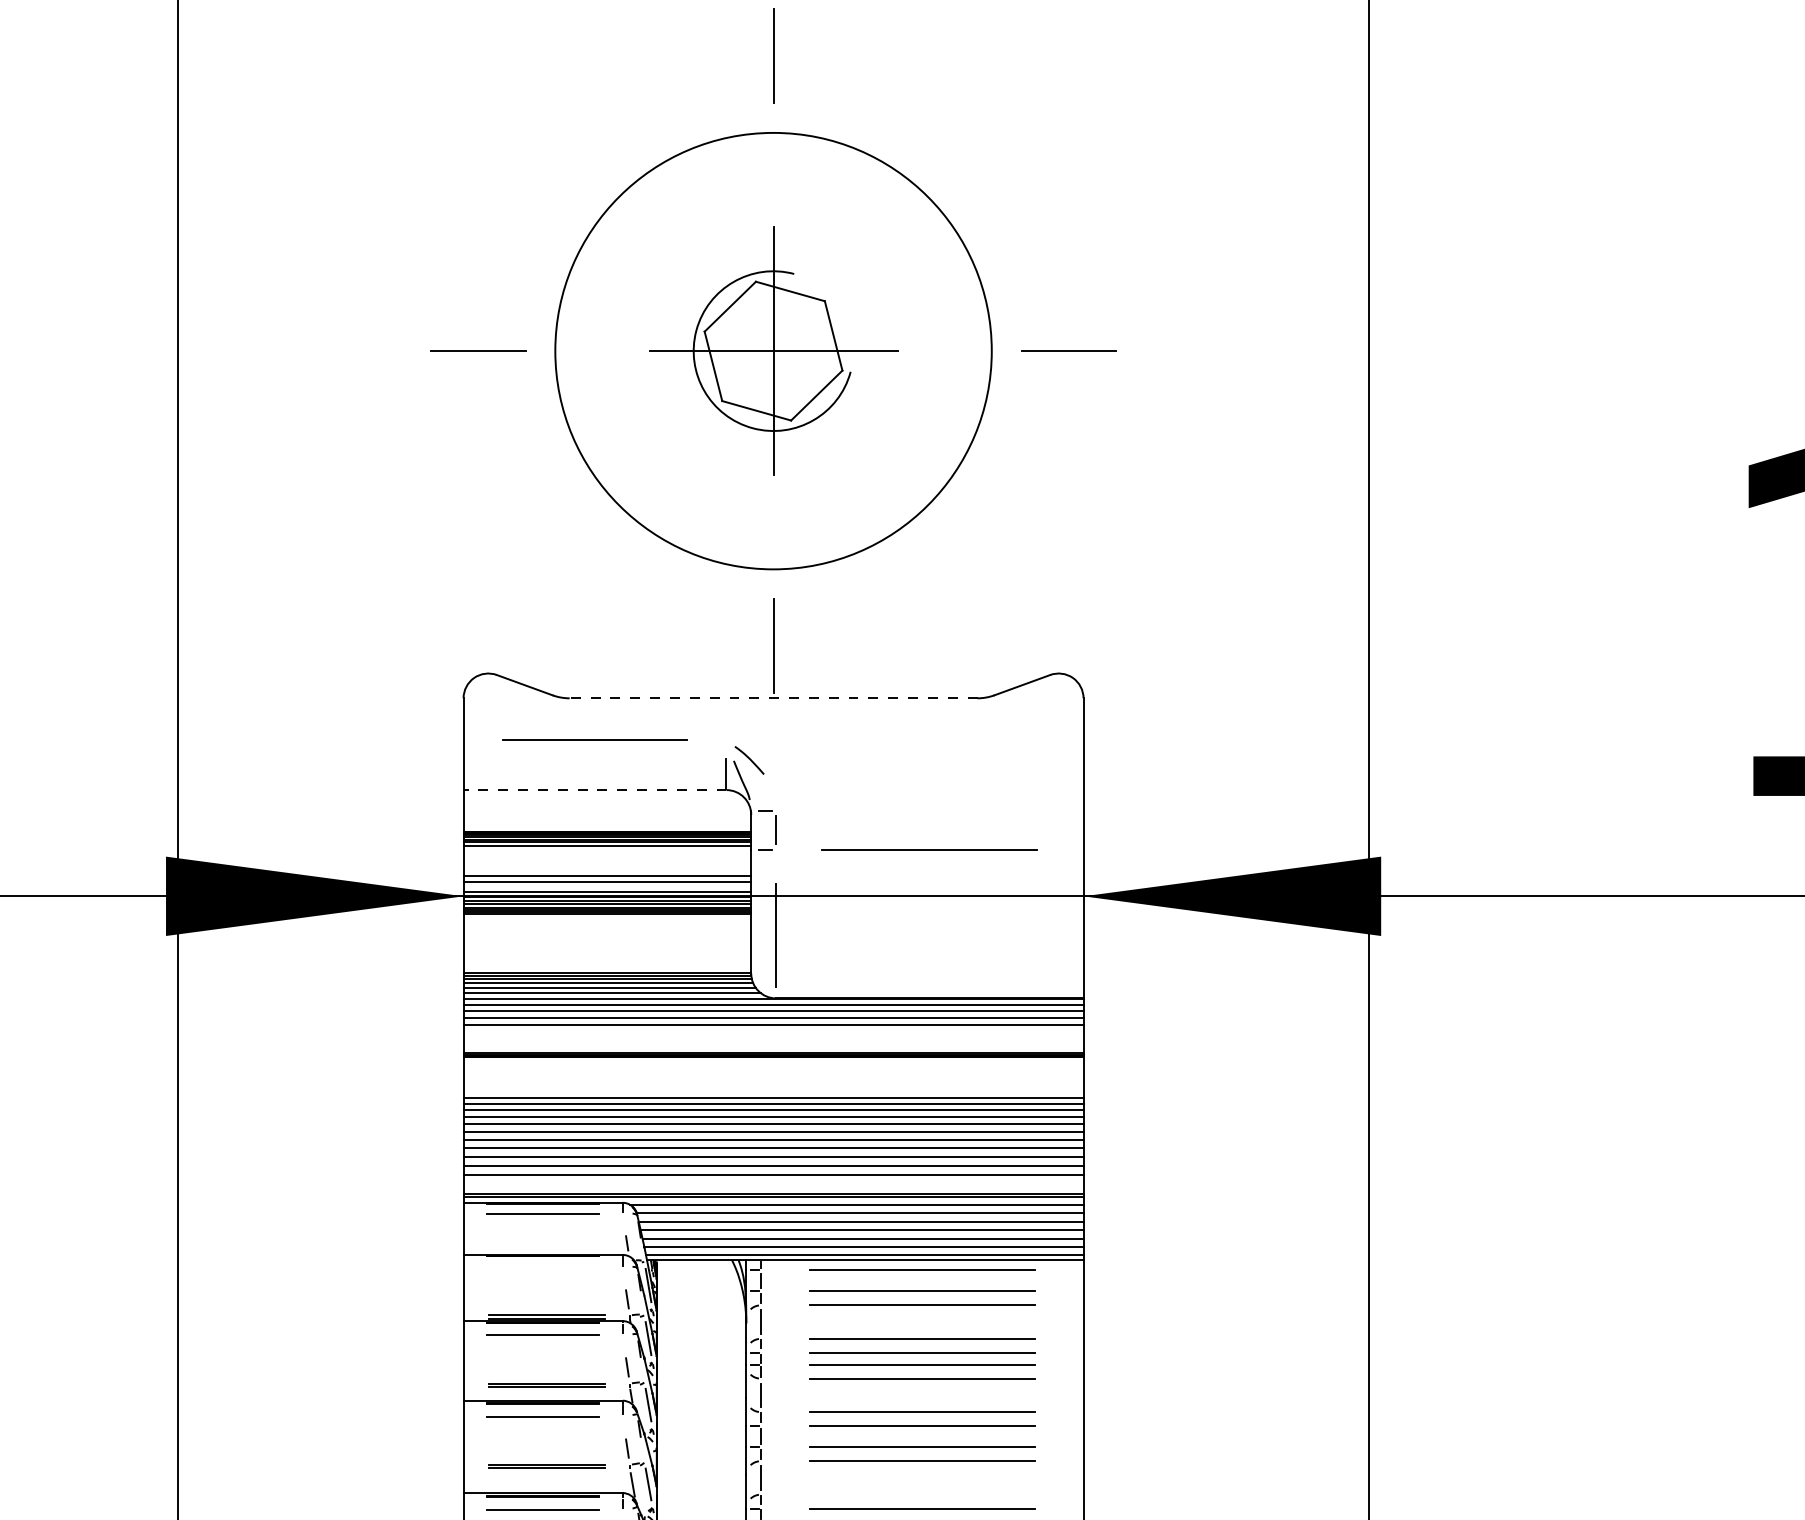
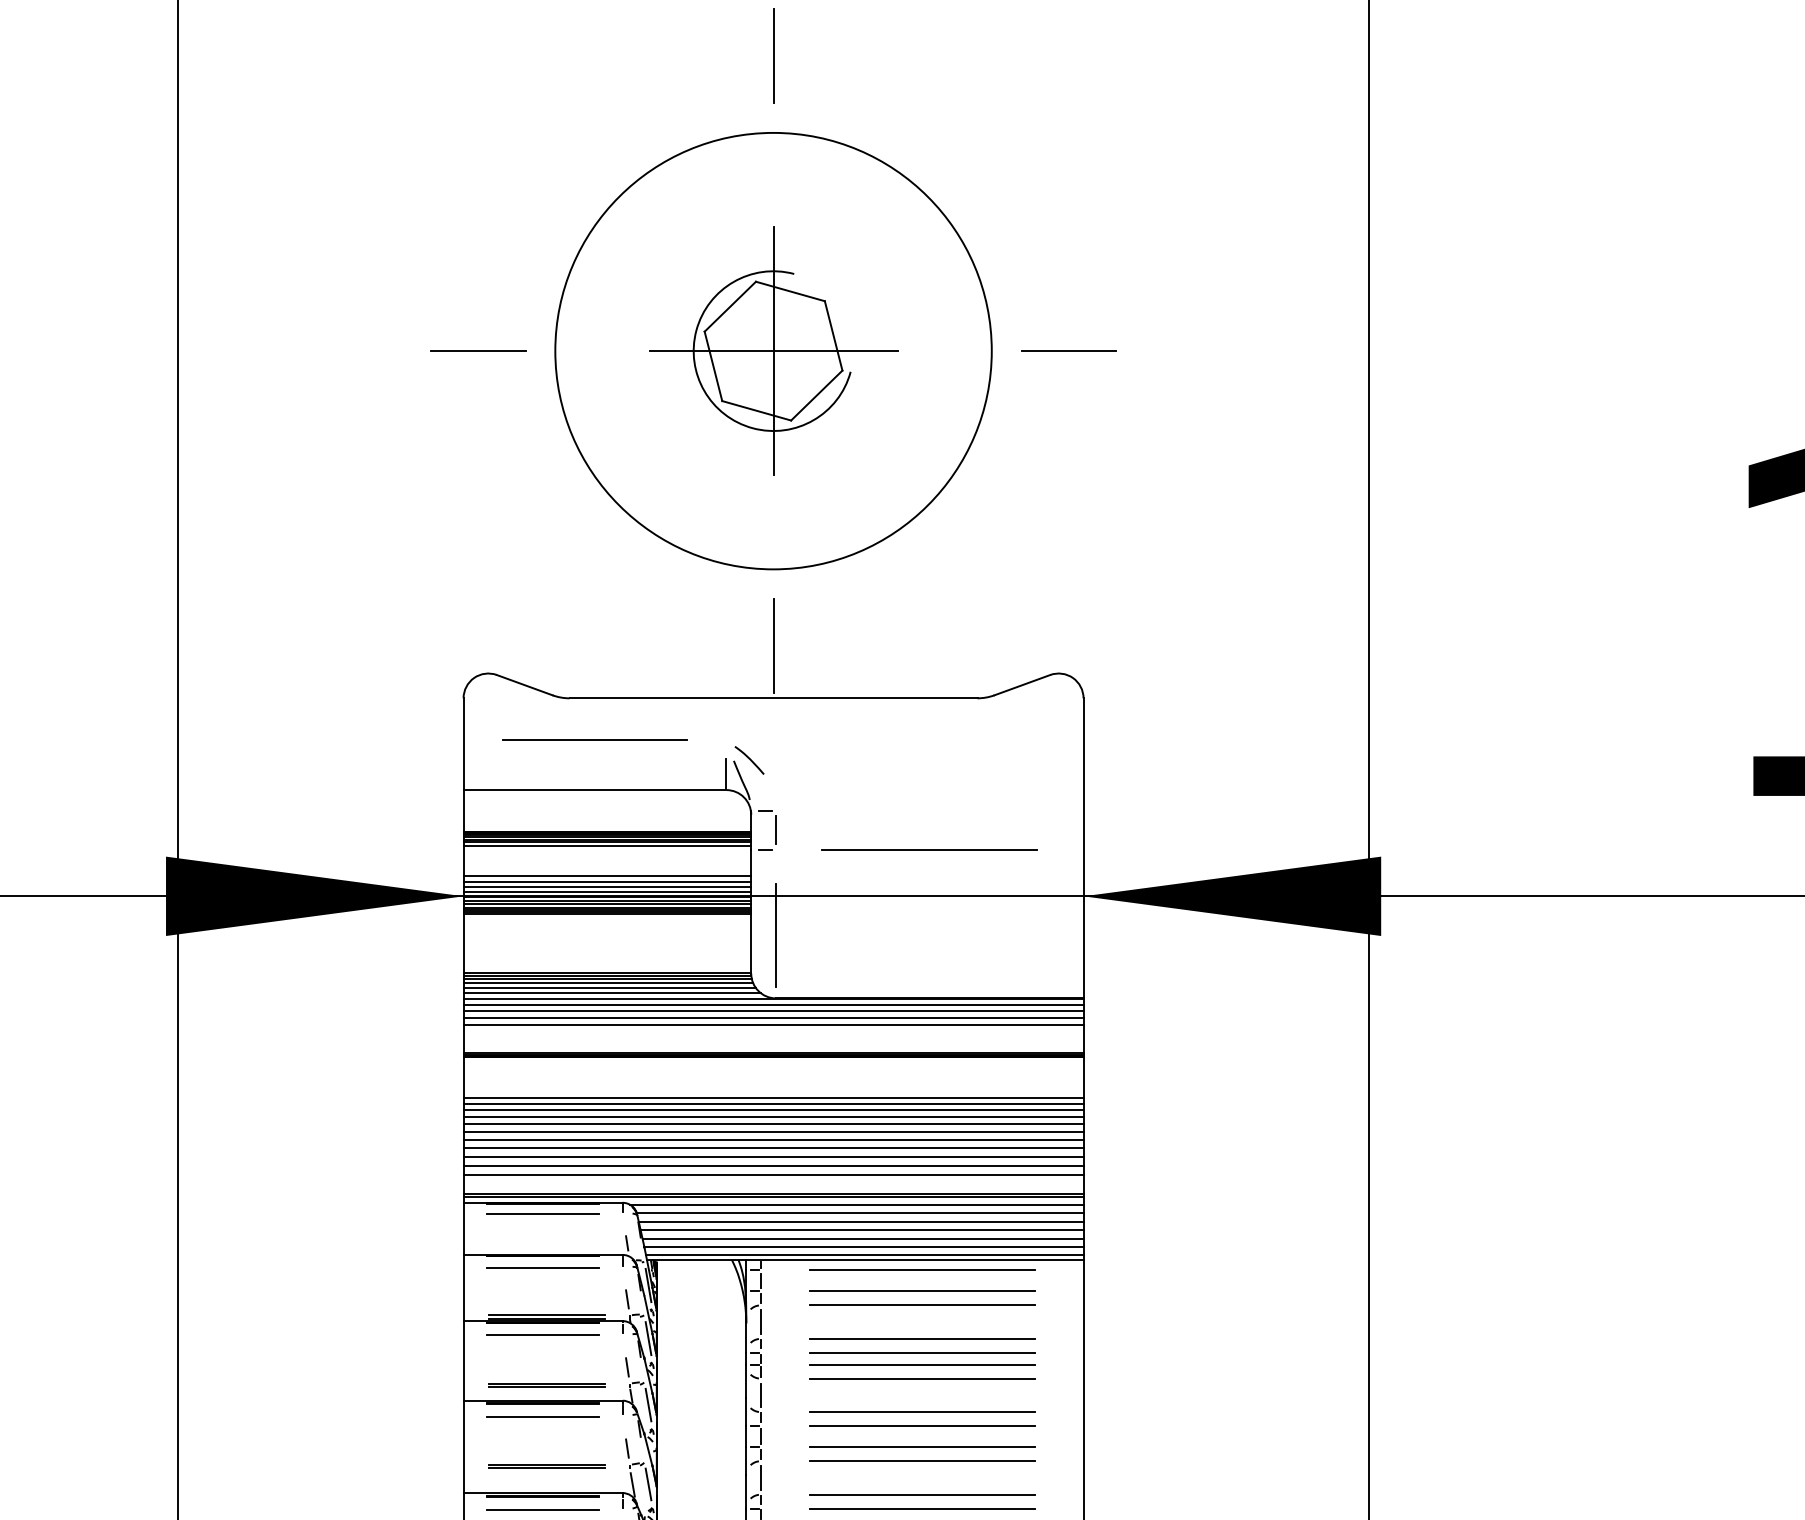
line at (773, 698): dashed -> solid
line at (594, 790): dashed -> solid
line at (607, 887): none -> present
line at (542, 1267): none -> present
line at (922, 1494): none -> present
